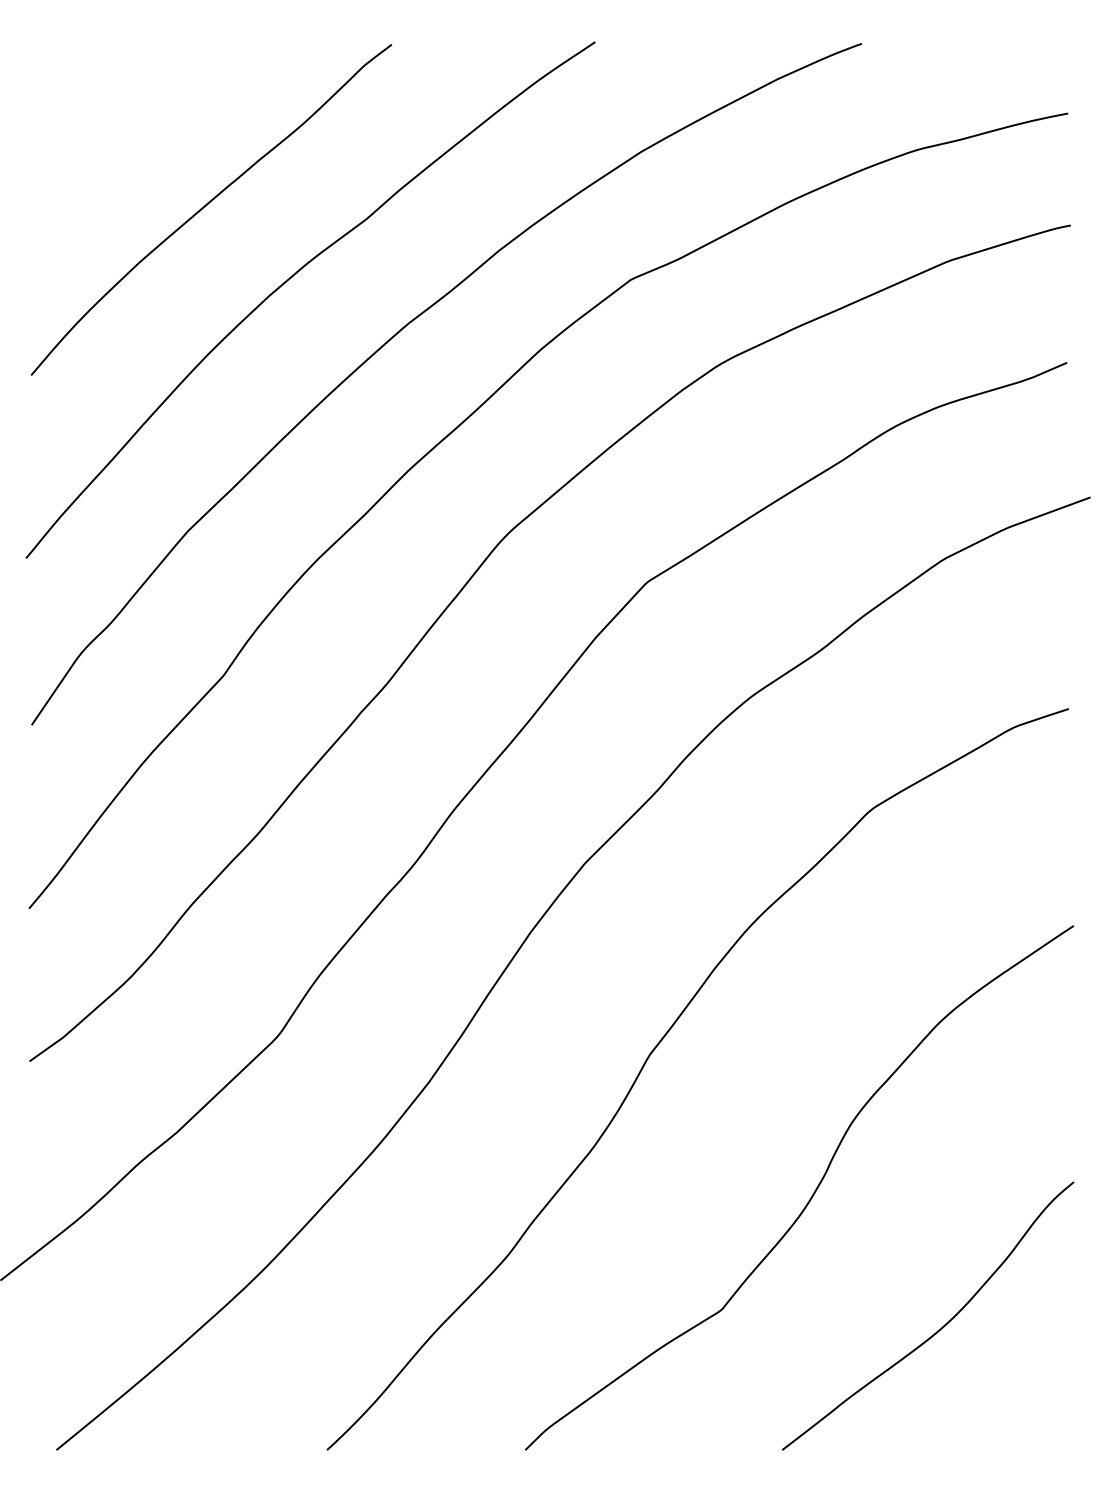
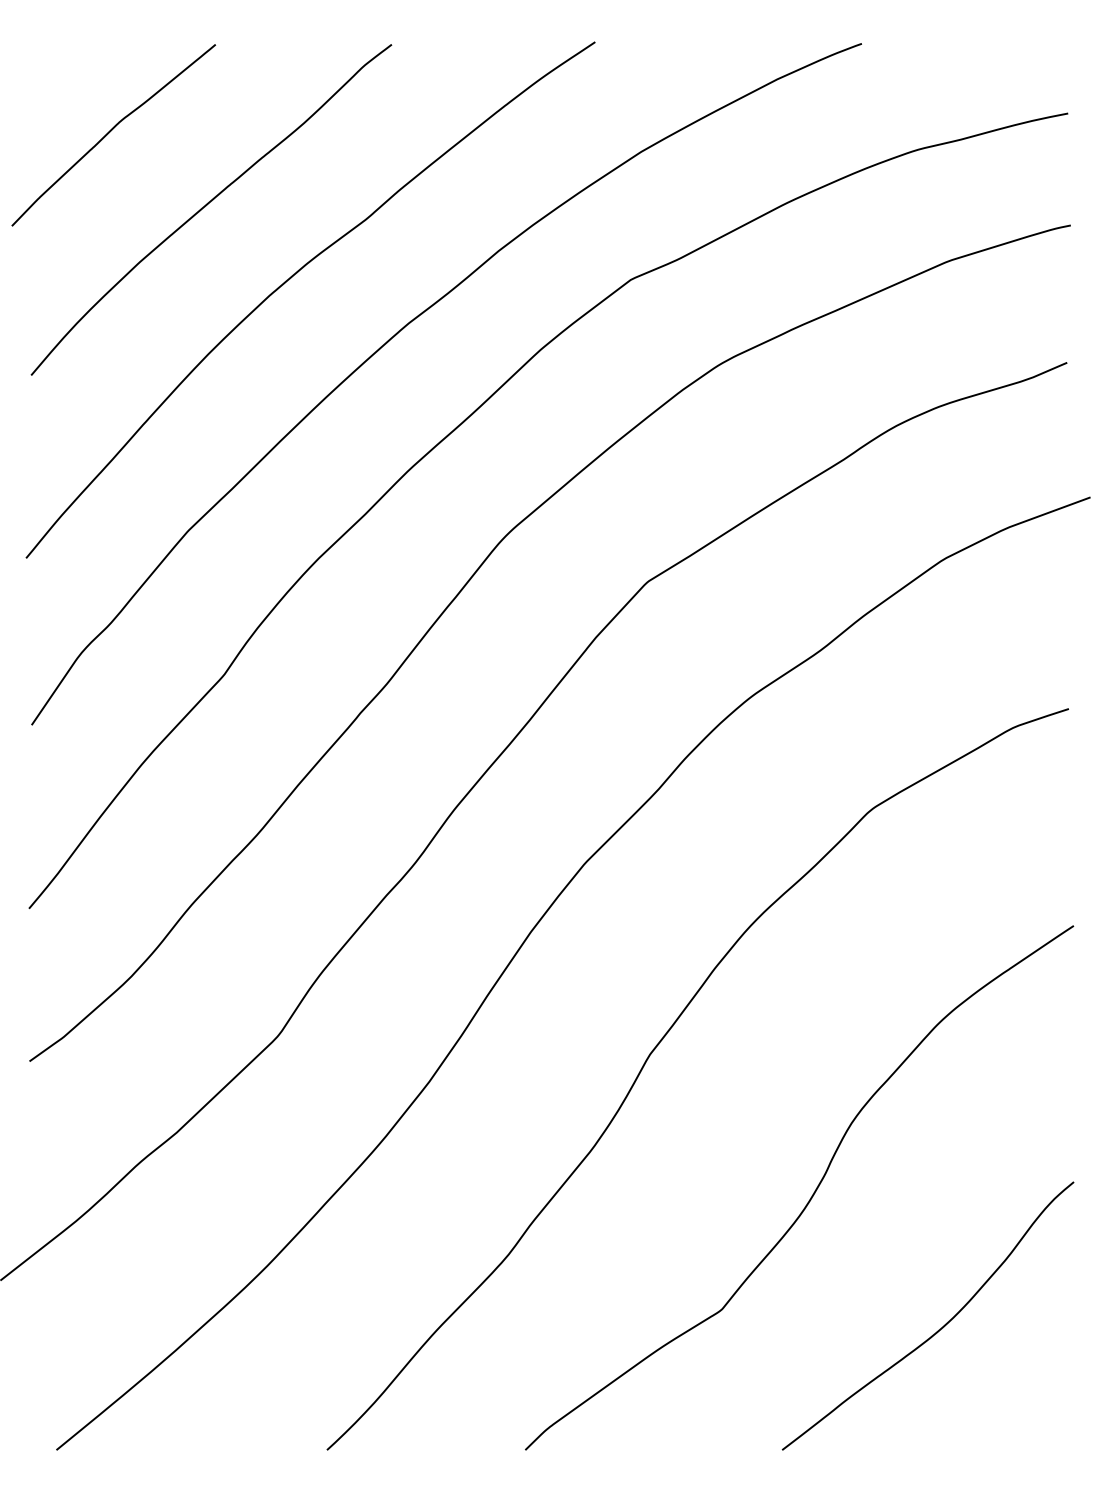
curve at (110, 132): none -> present
